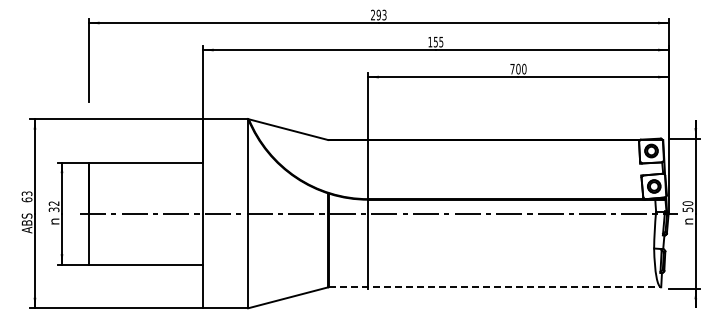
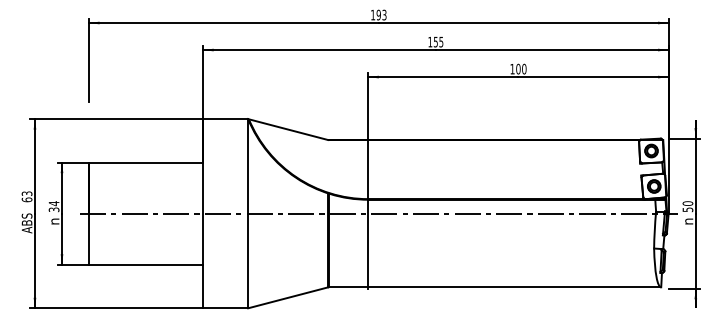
text at (372, 14): 293 -> 193
text at (512, 69): 700 -> 100
text at (53, 203): 32 -> 34
line at (495, 287): dashed -> solid
